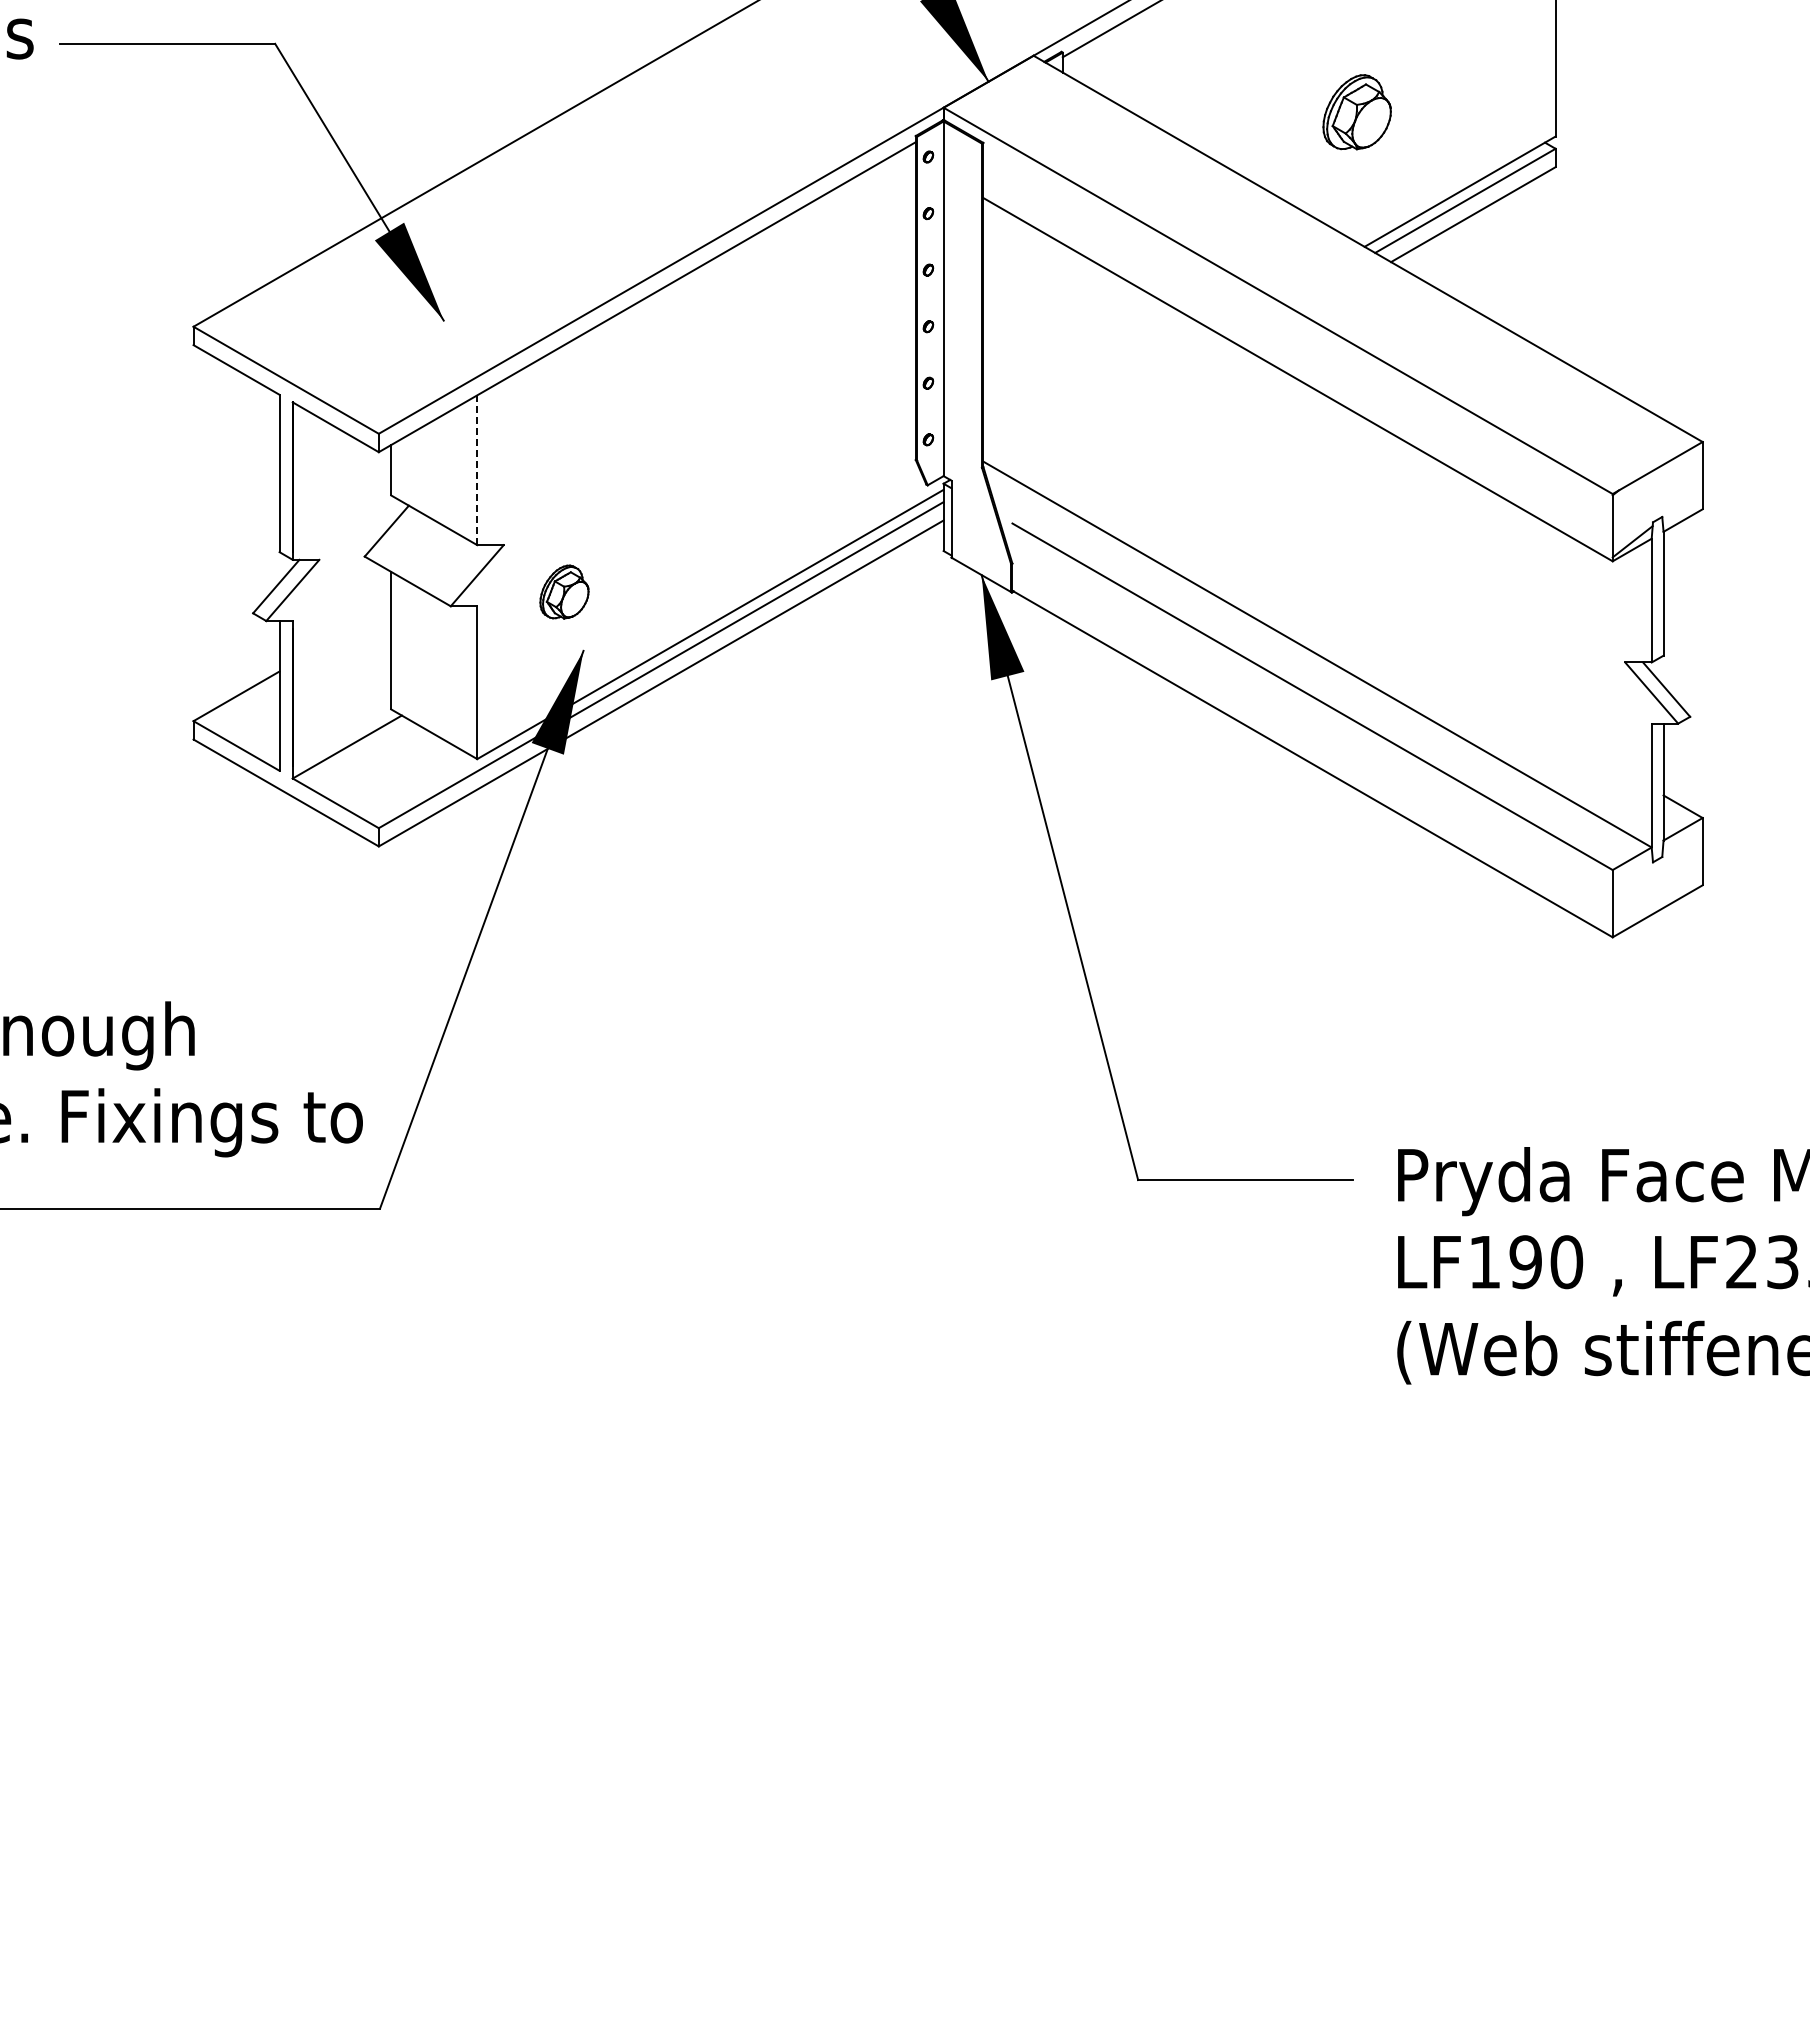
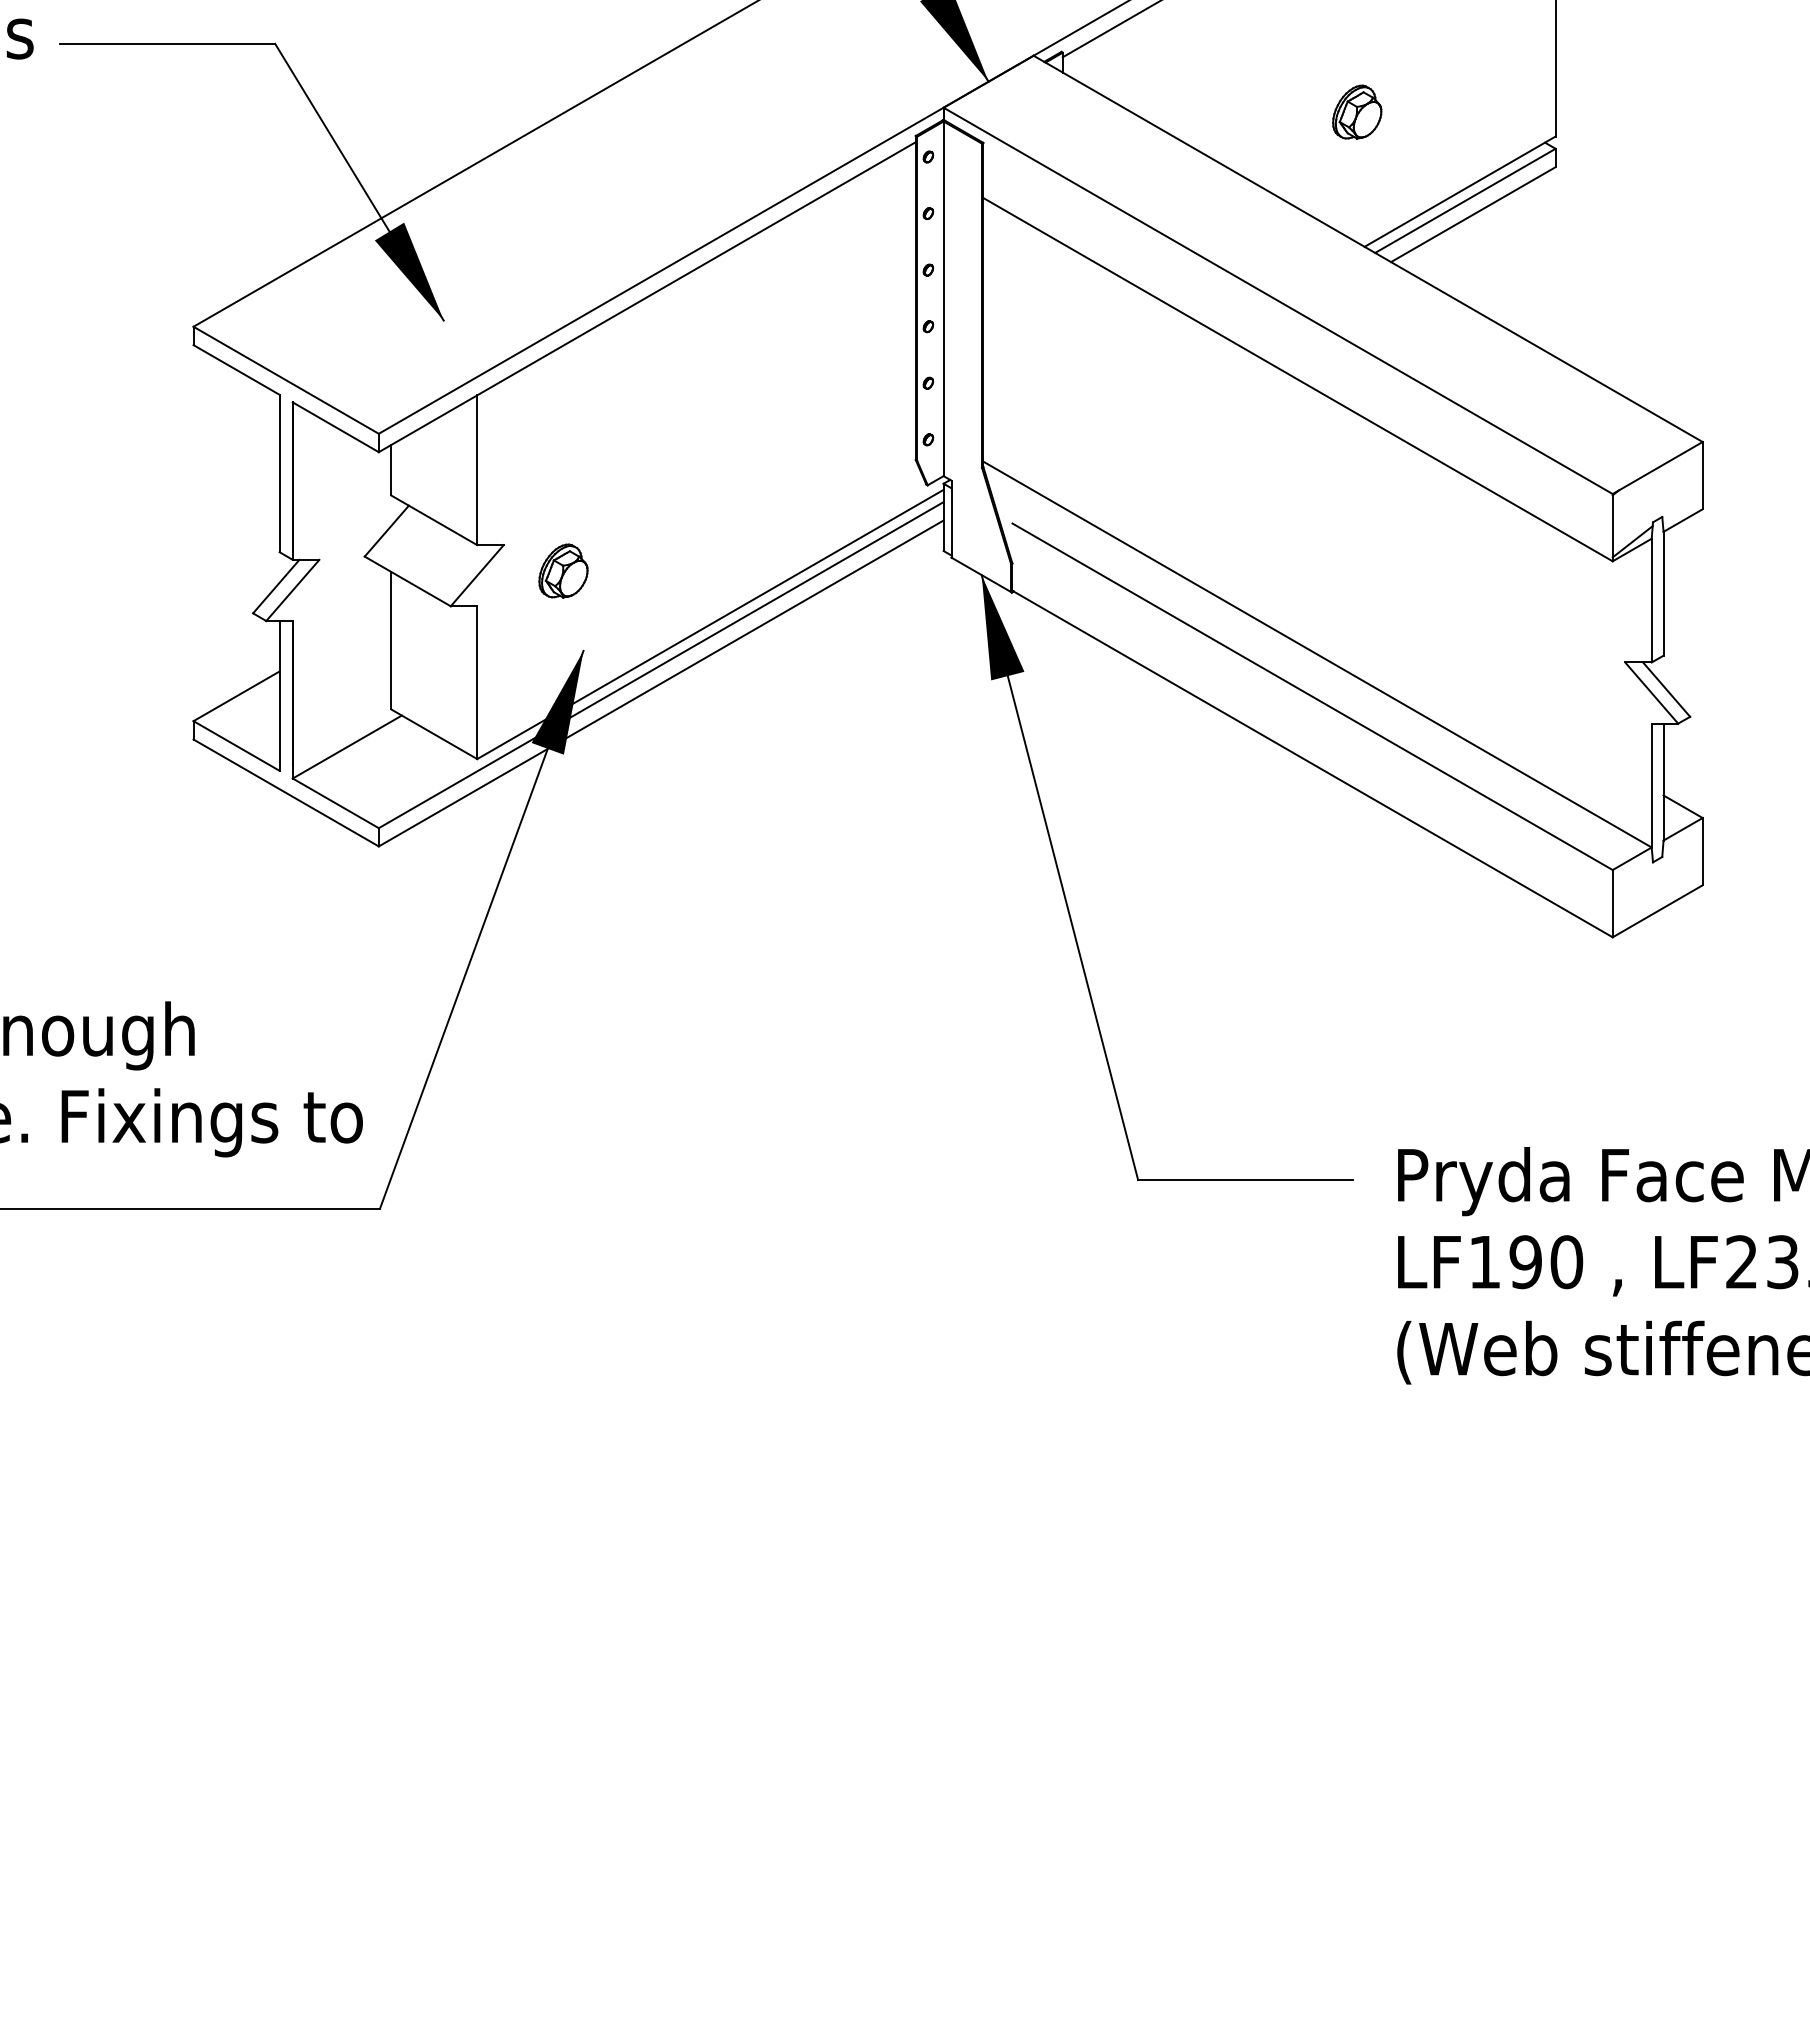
part at (1356, 112) size: 70x77 px -> 51x56 px
line at (477, 470): dashed -> solid
part at (564, 591) position: (564, 591) -> (563, 570)
